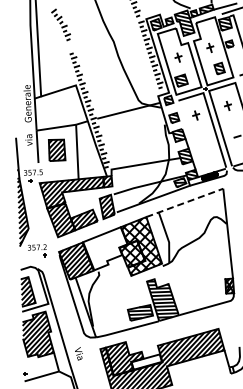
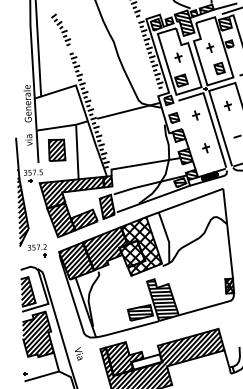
part at (60, 24) position: (60, 24) -> (60, 29)
part at (206, 148): none -> present
line at (184, 202): dashed -> solid
hatch at (104, 248): none -> present
